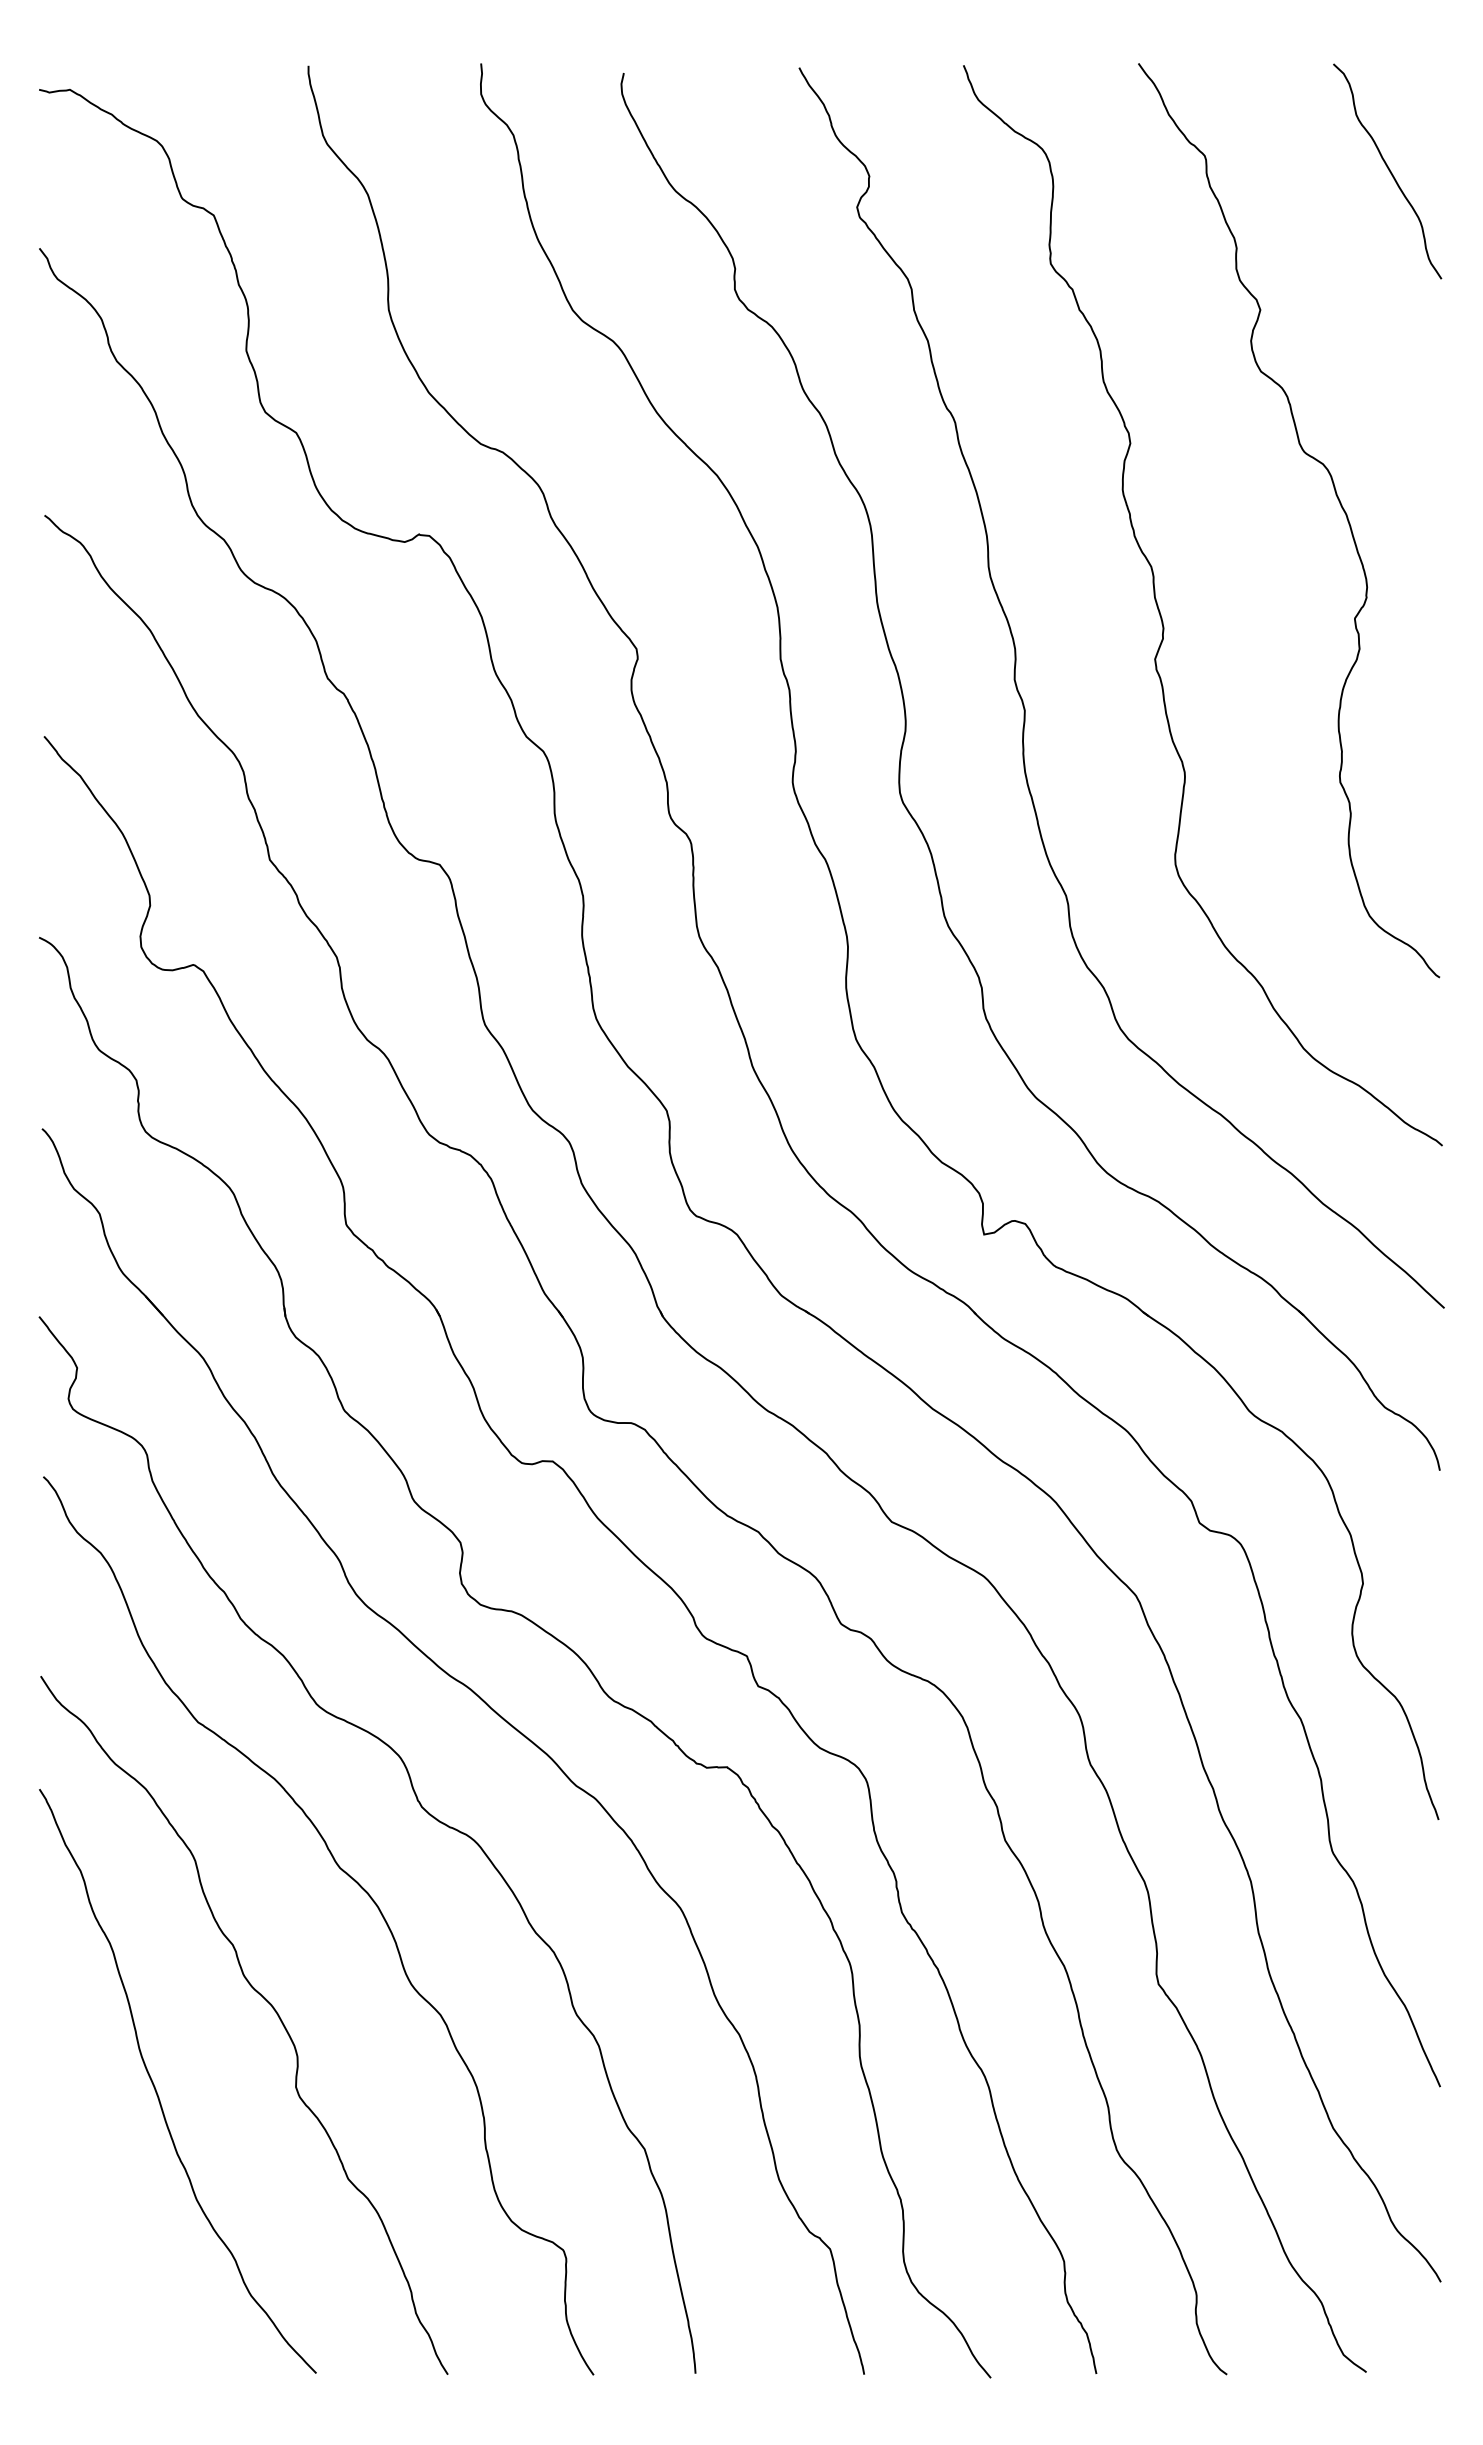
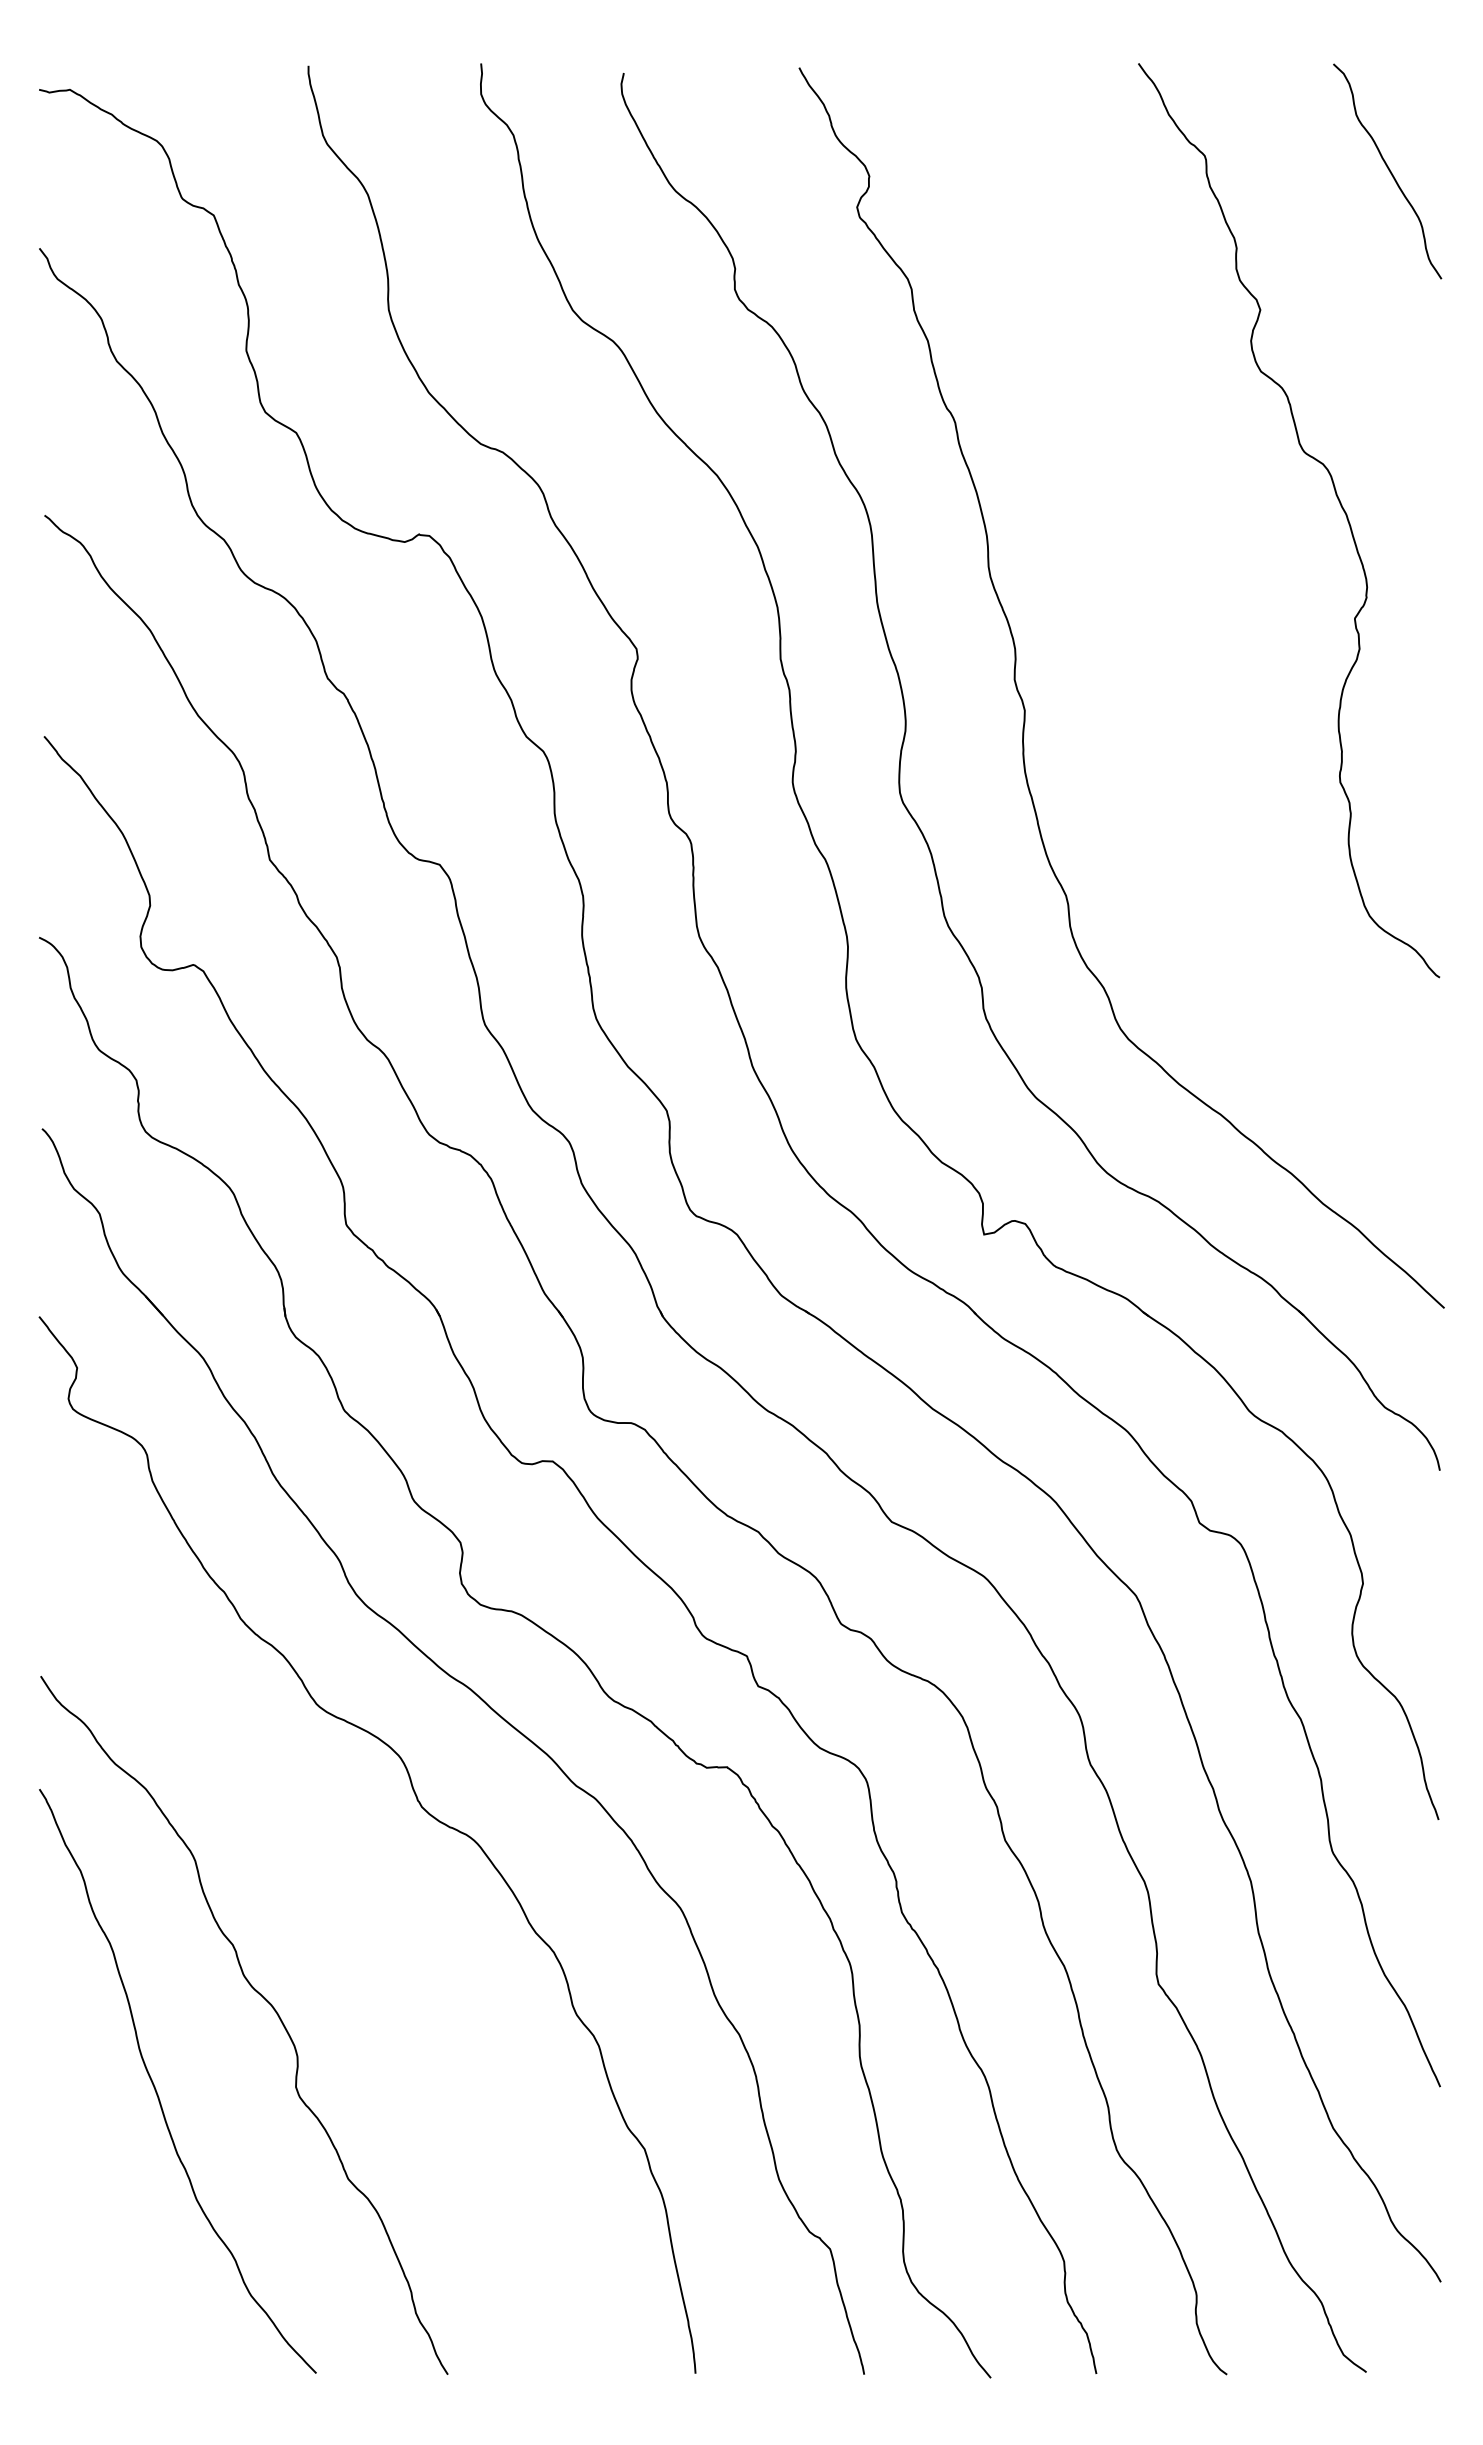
curve at (1162, 617): present -> none
curve at (358, 1885): present -> none
